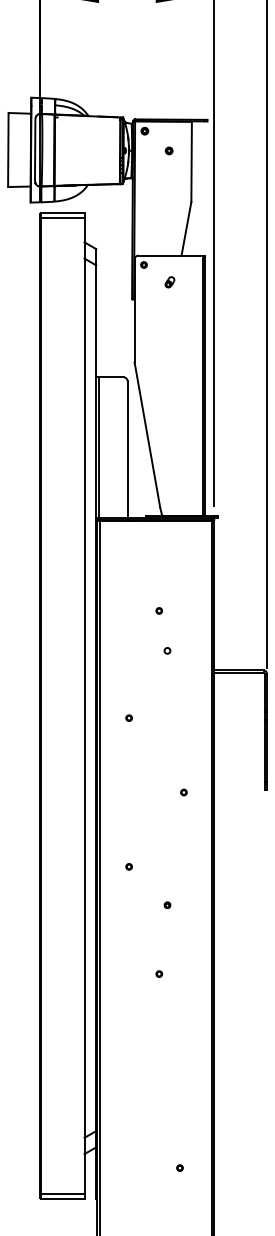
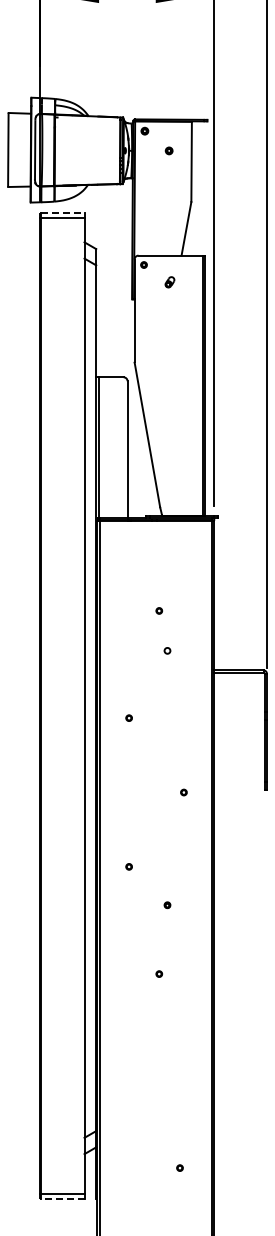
line at (62, 213): solid -> dashed
line at (62, 1198): solid -> dashed
